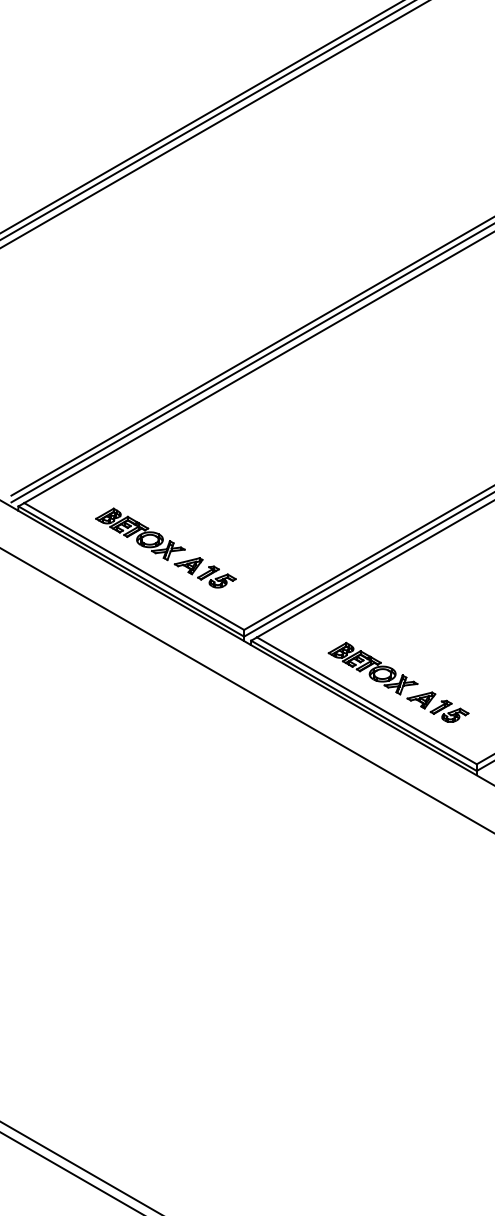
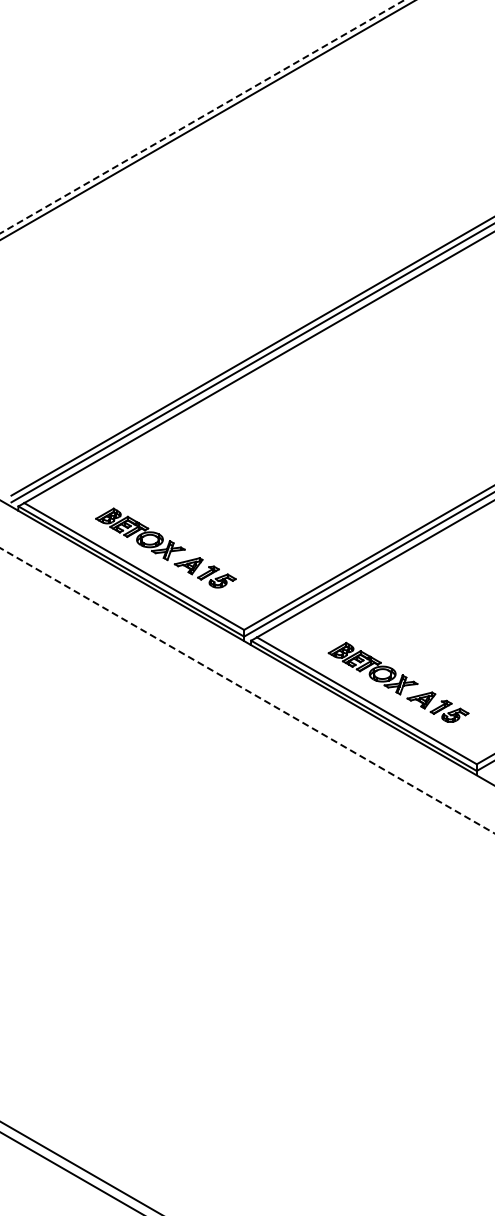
line at (202, 116): solid -> dashed
line at (214, 124): present -> none
line at (247, 690): solid -> dashed
